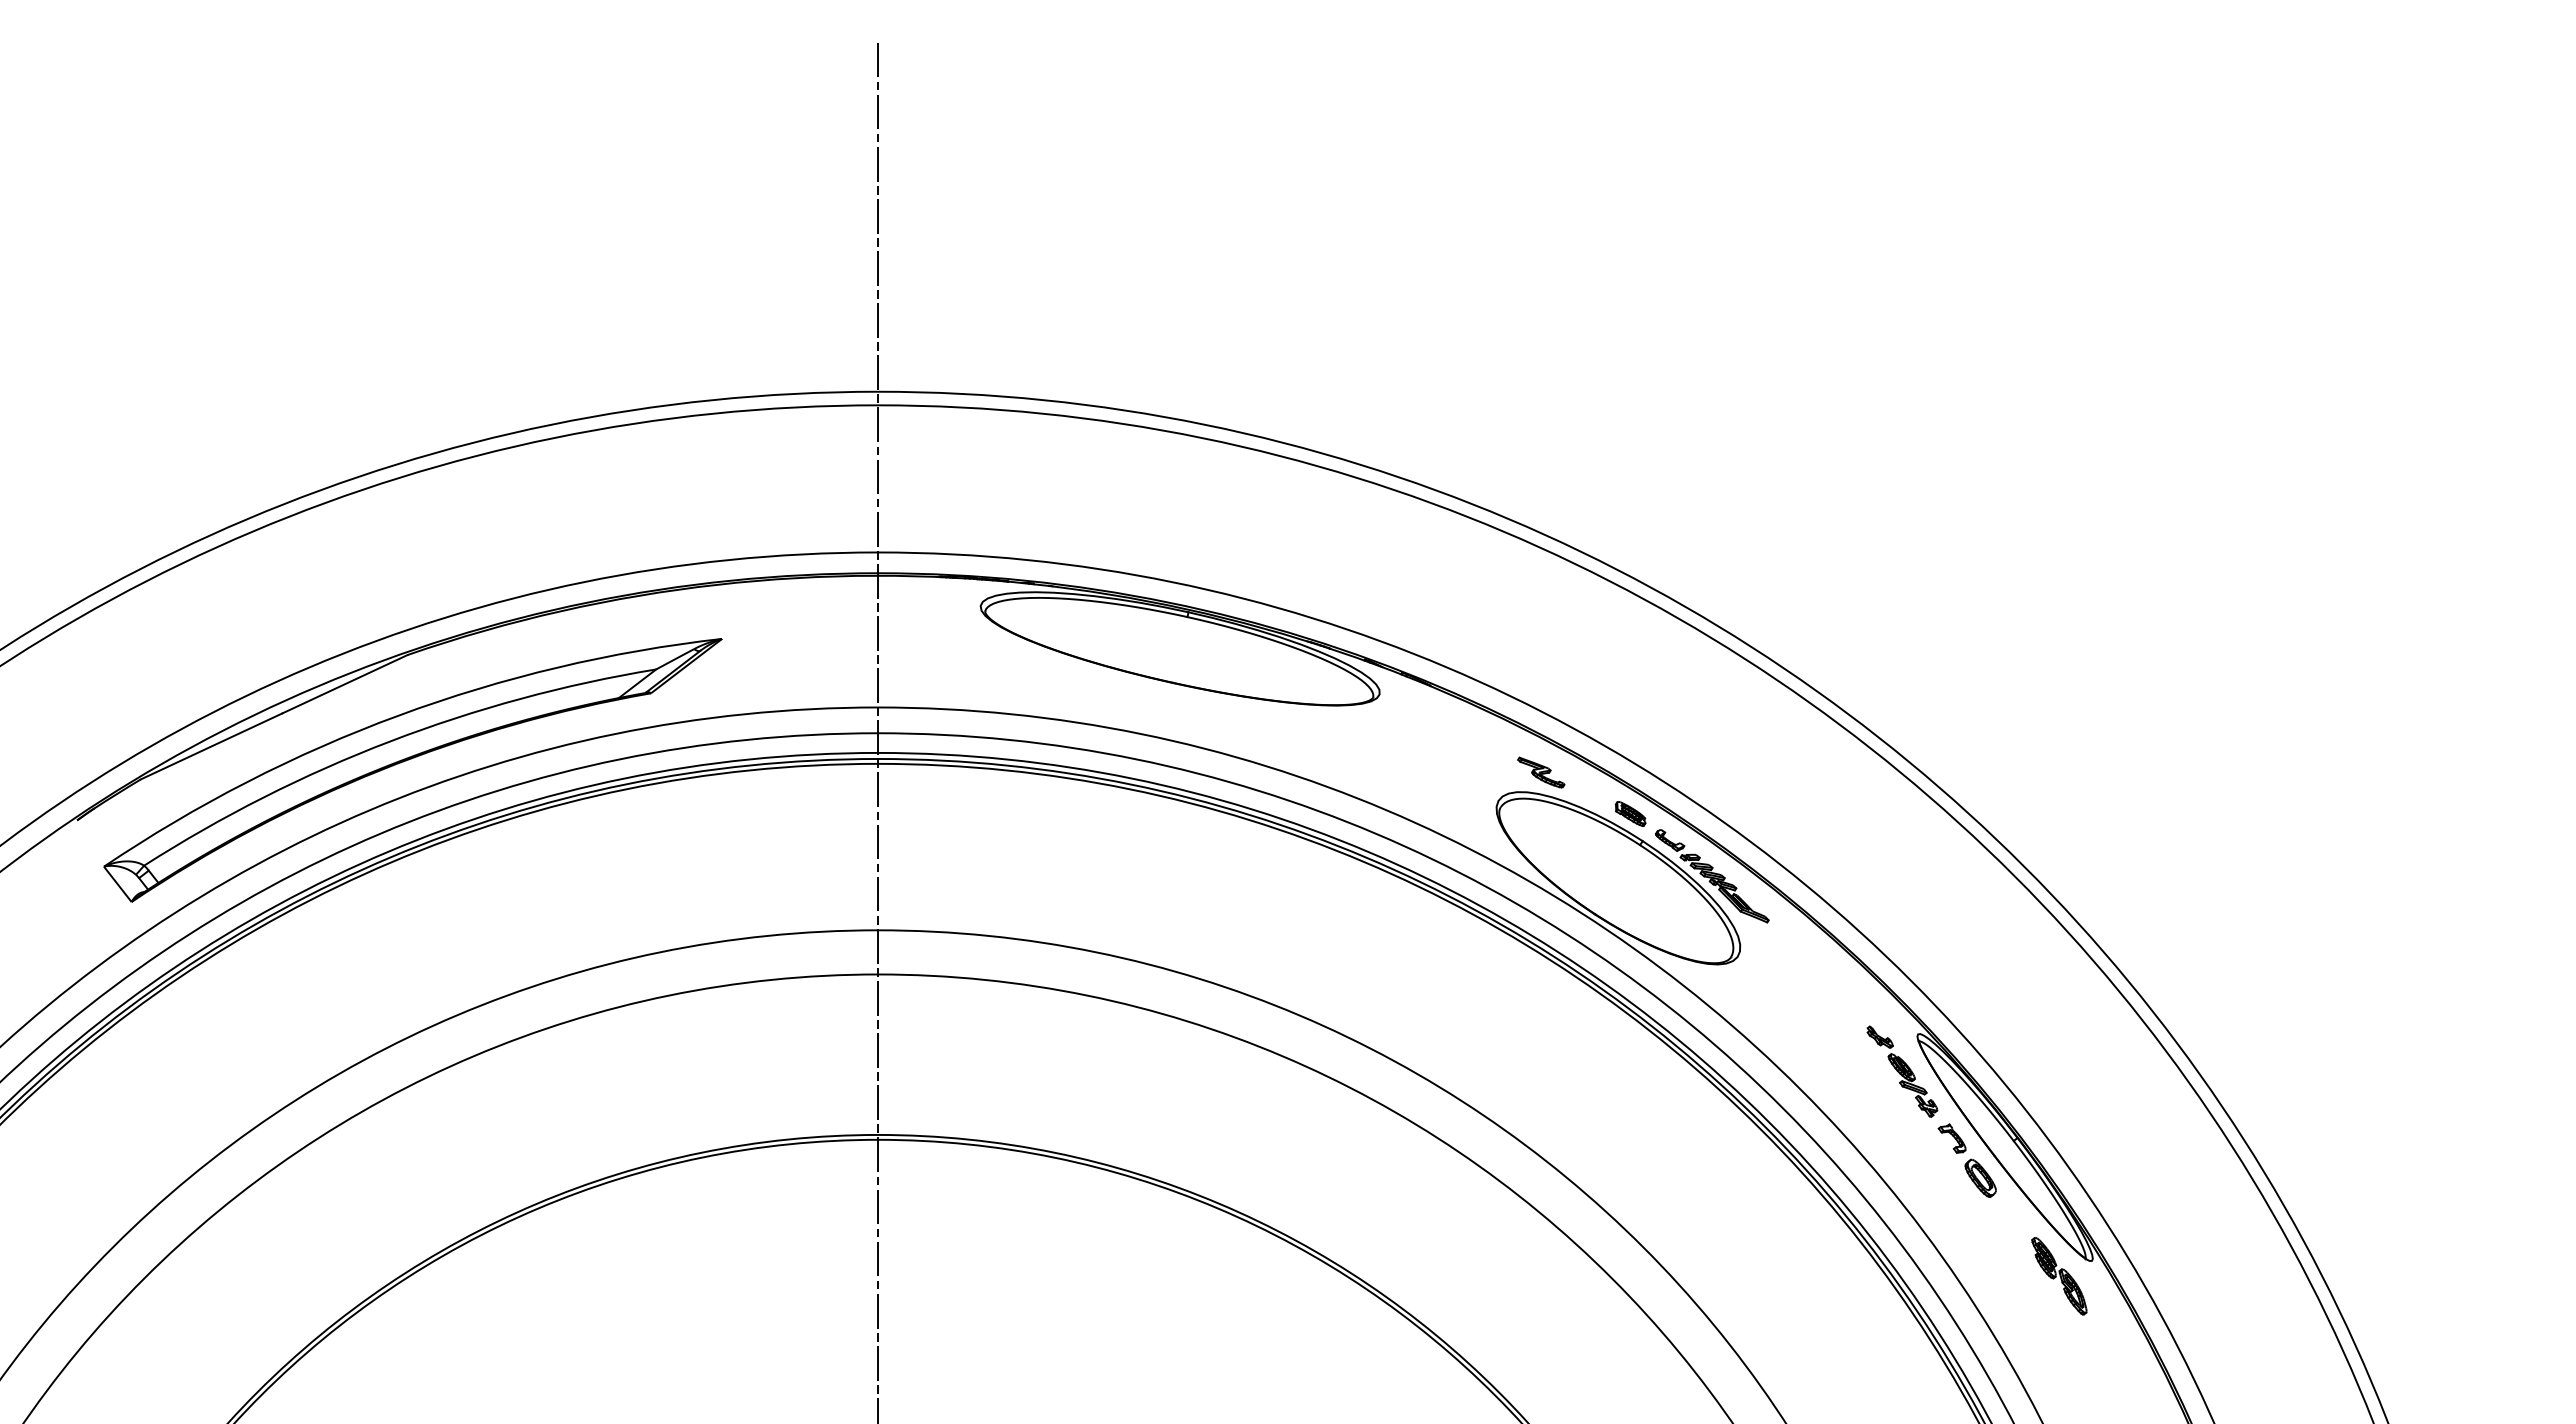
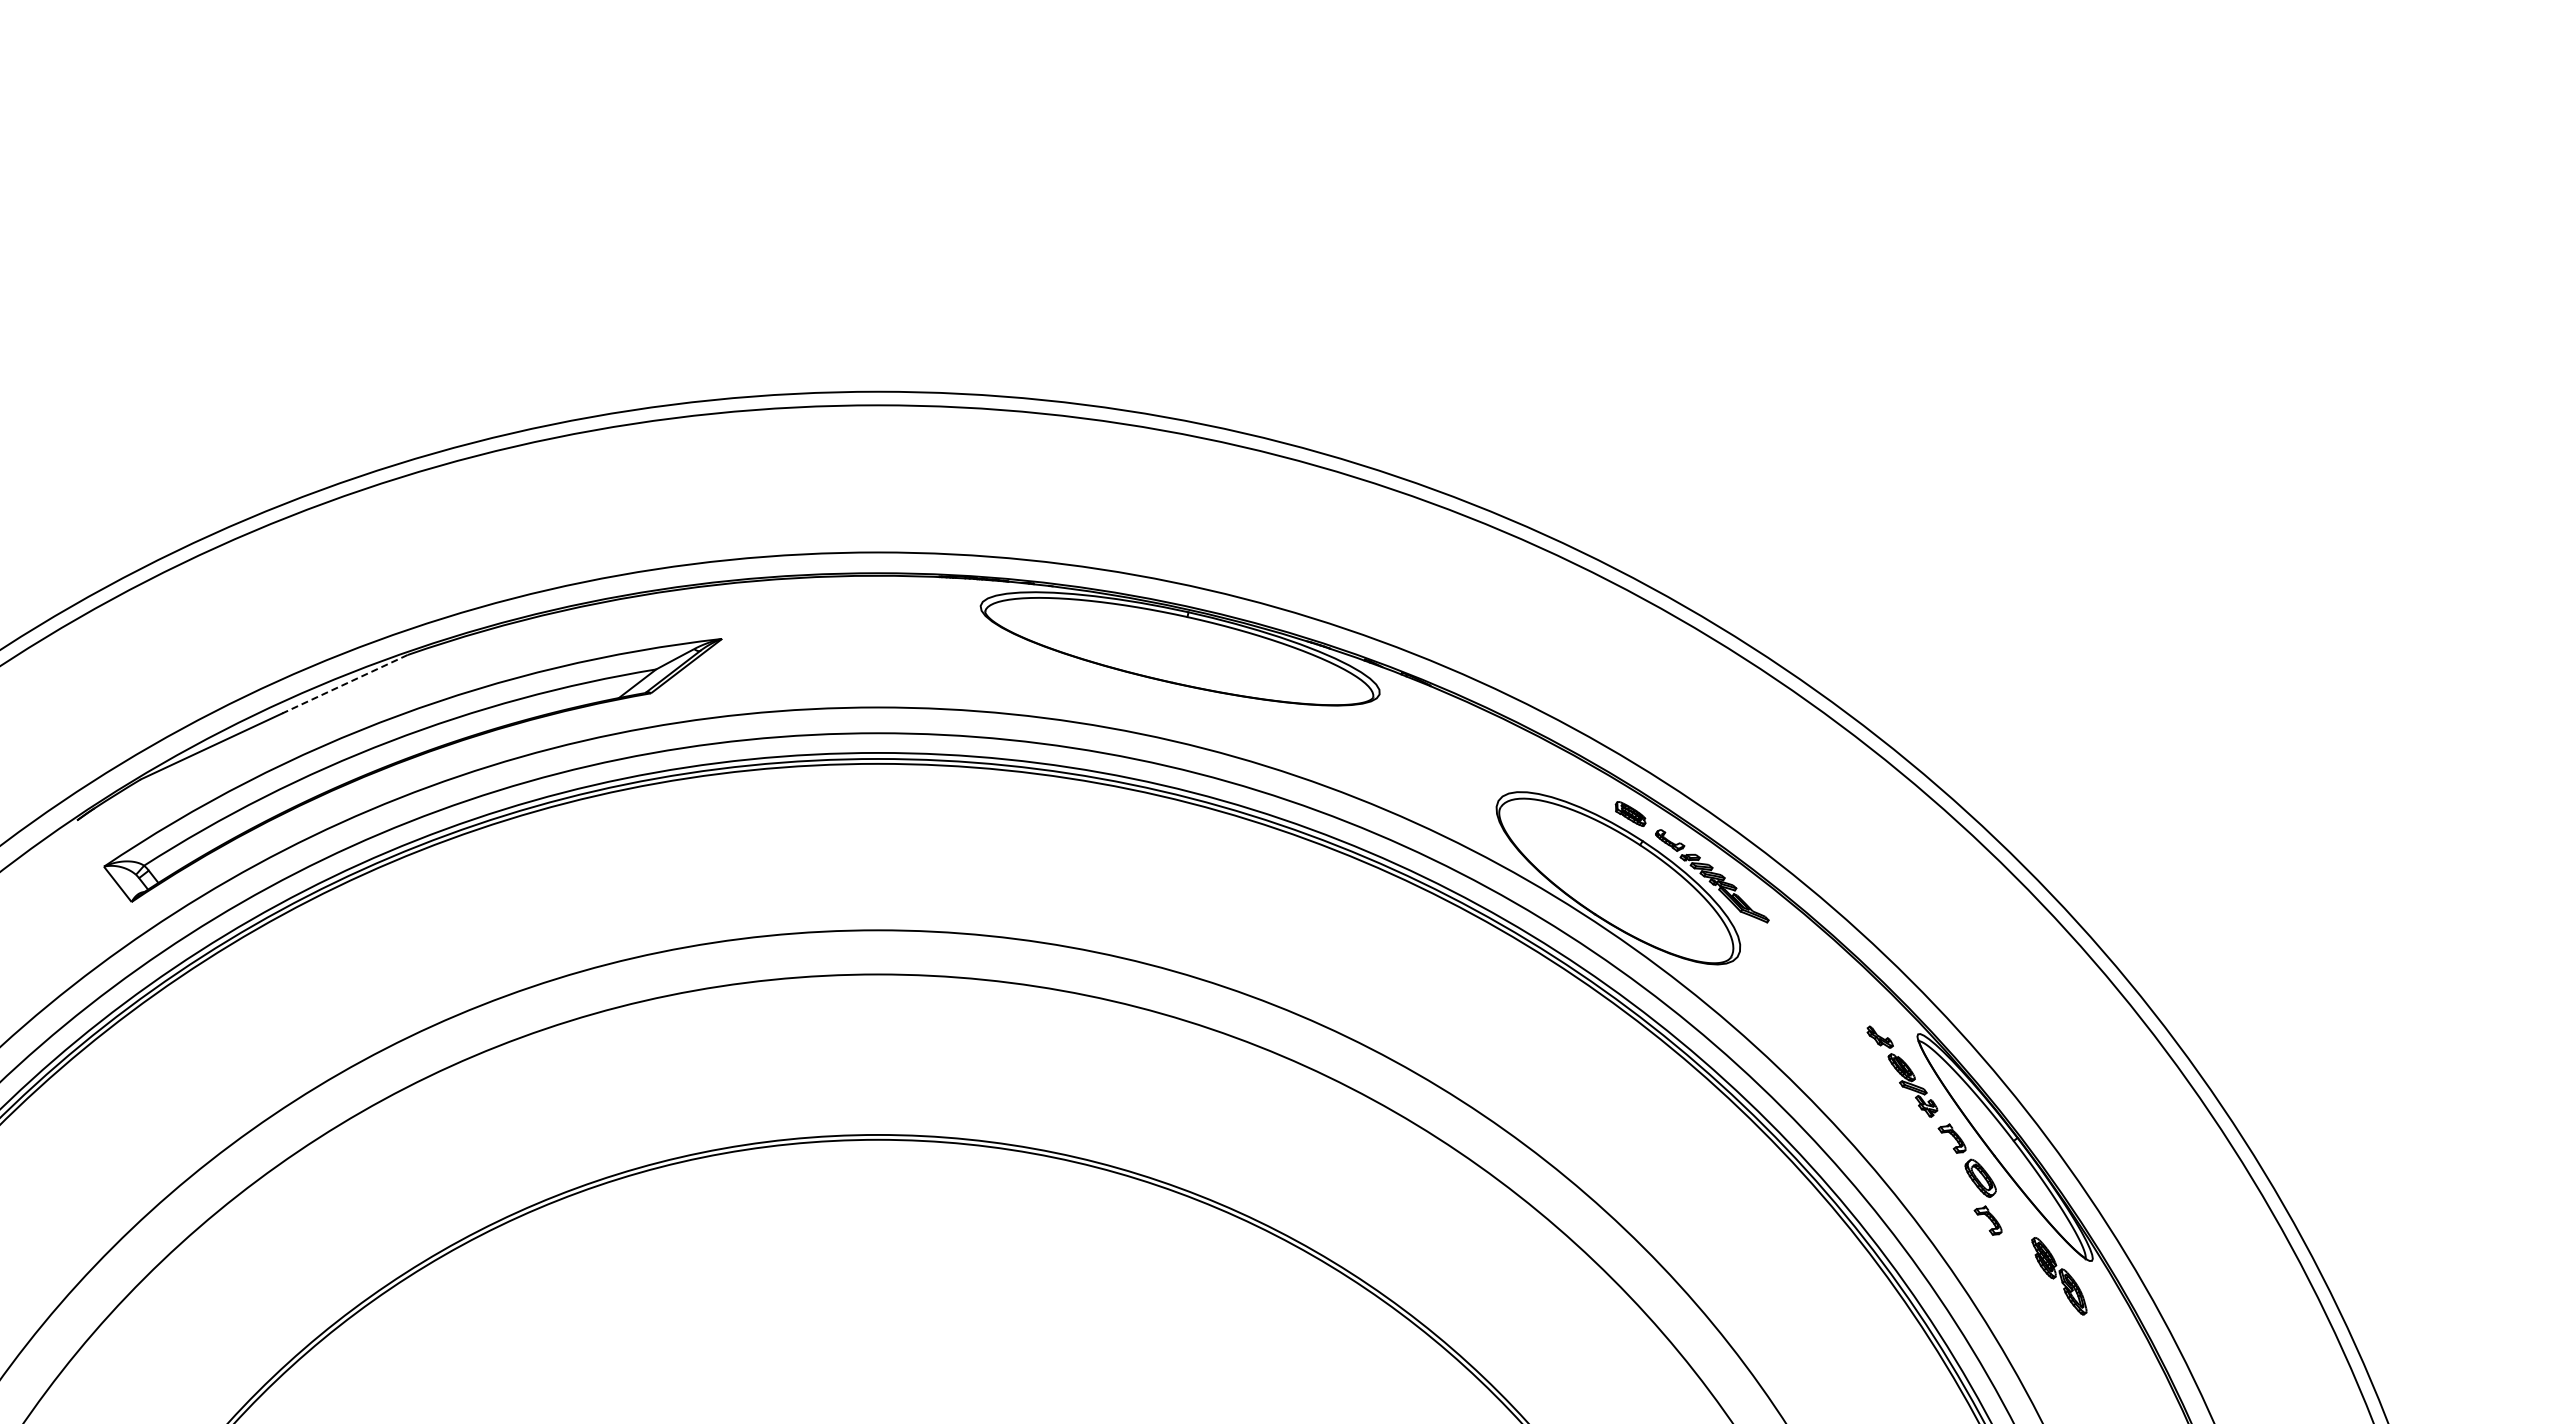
line at (344, 684): solid -> dashed
line at (878, 731): present -> none
part at (1541, 772): present -> none
part at (1987, 1220): none -> present
